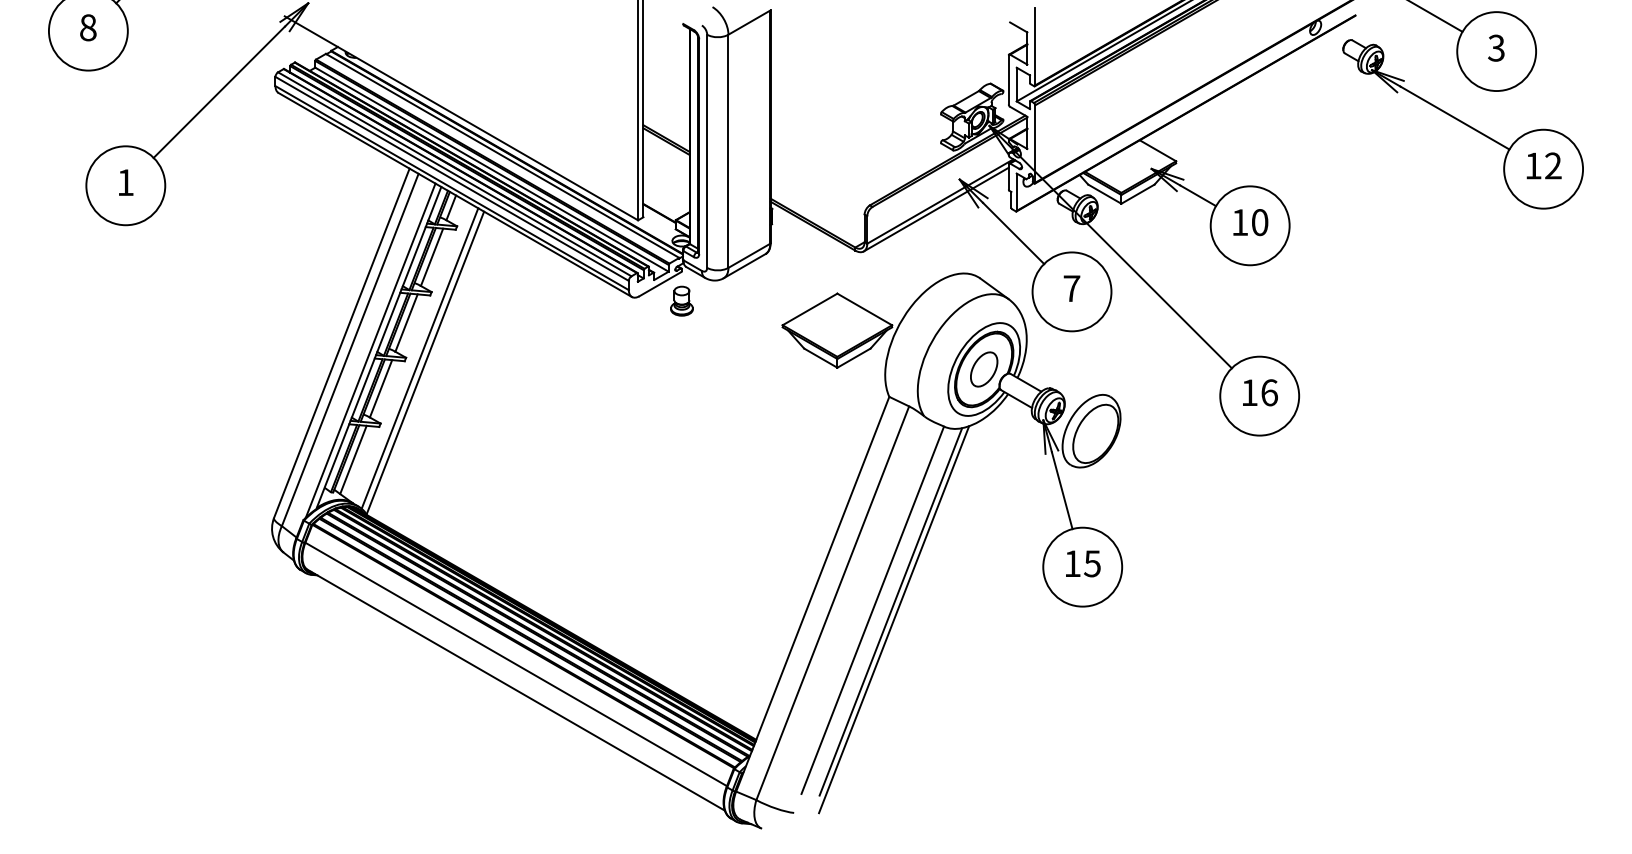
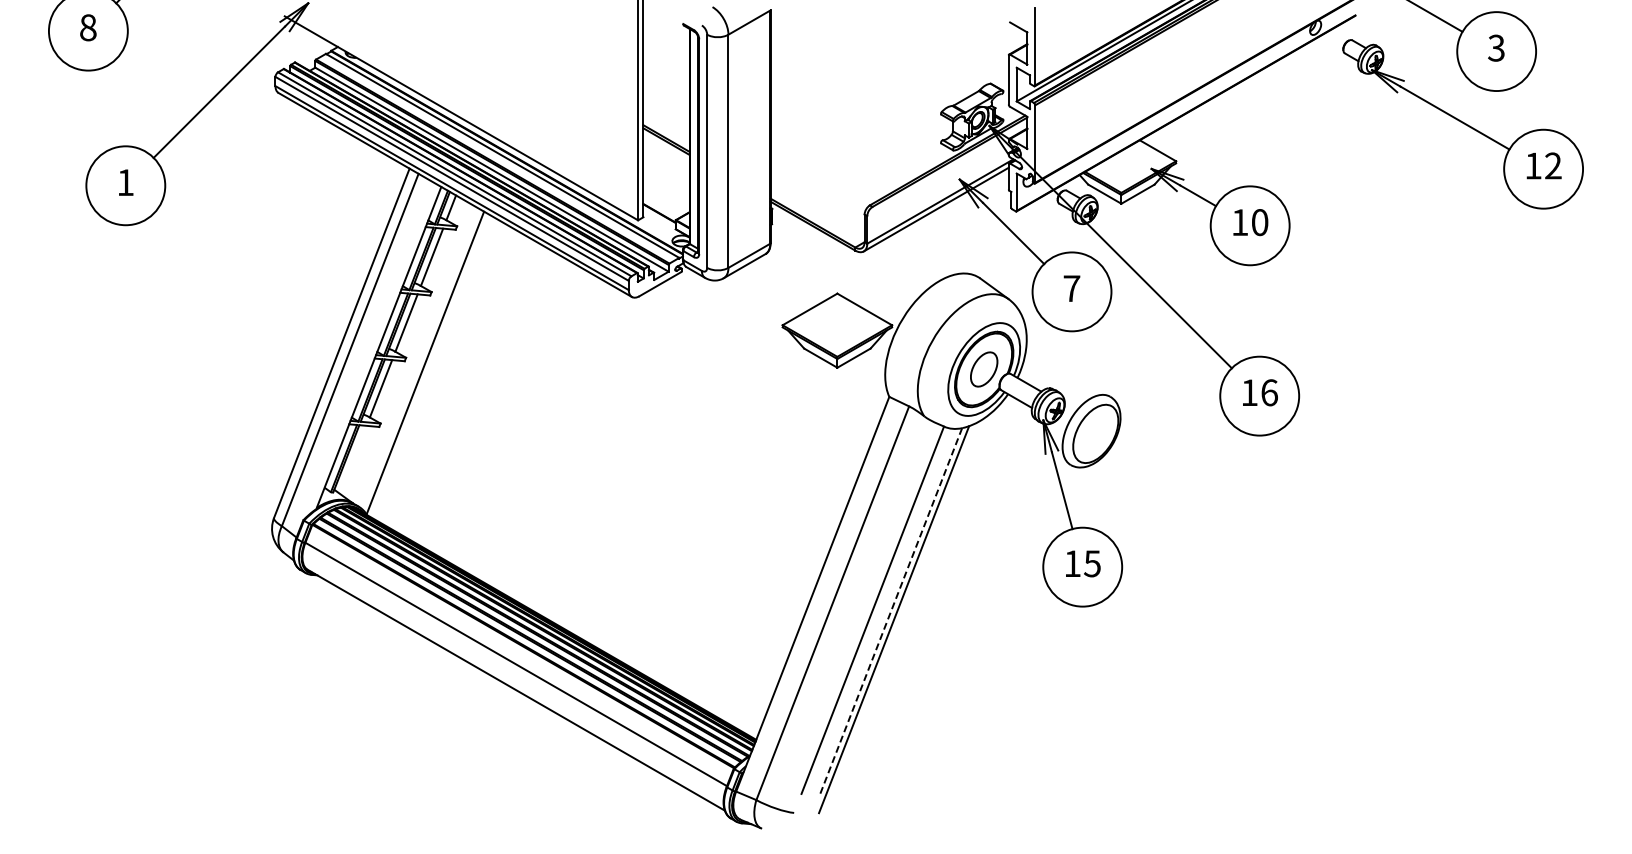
part at (681, 300): present -> none
line at (370, 350): present -> none
line at (419, 358): present -> none
line at (353, 459): present -> none
line at (890, 612): solid -> dashed
